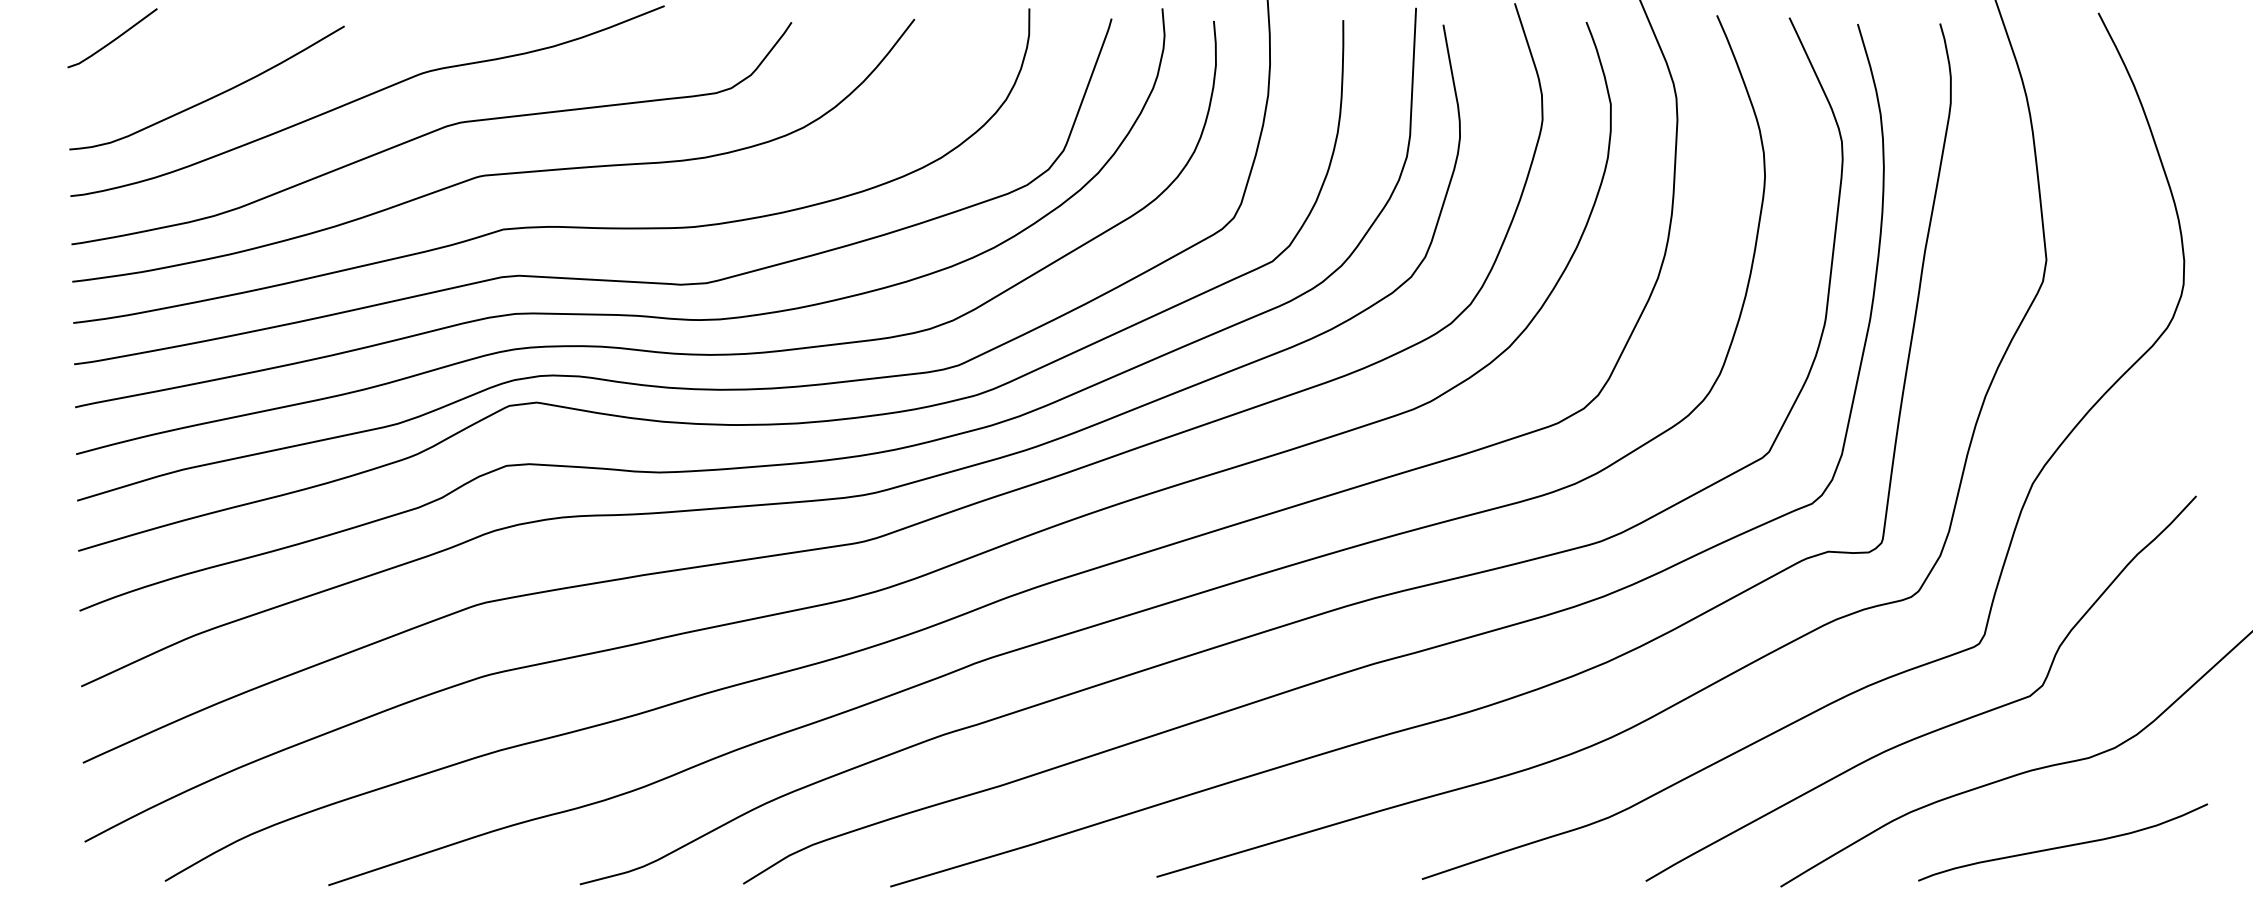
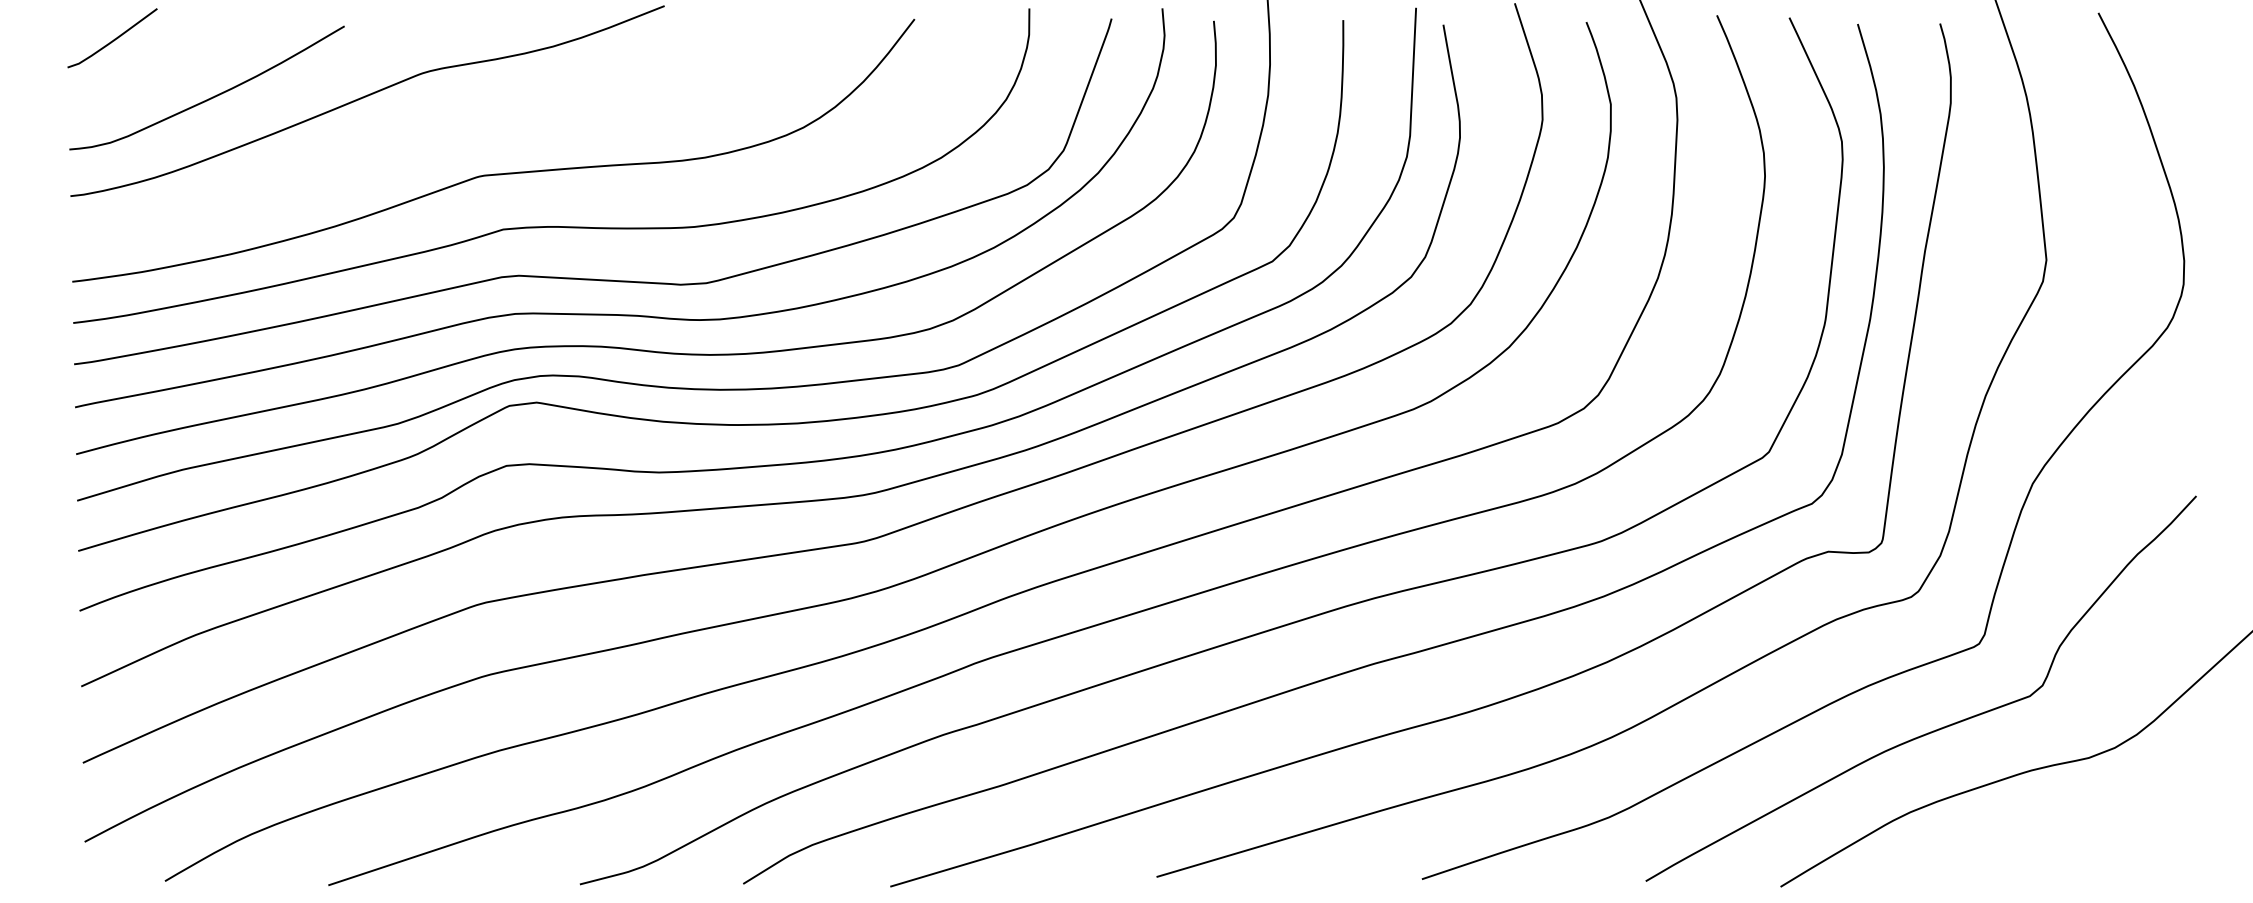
curve at (431, 133): present -> none
curve at (2063, 845): present -> none
